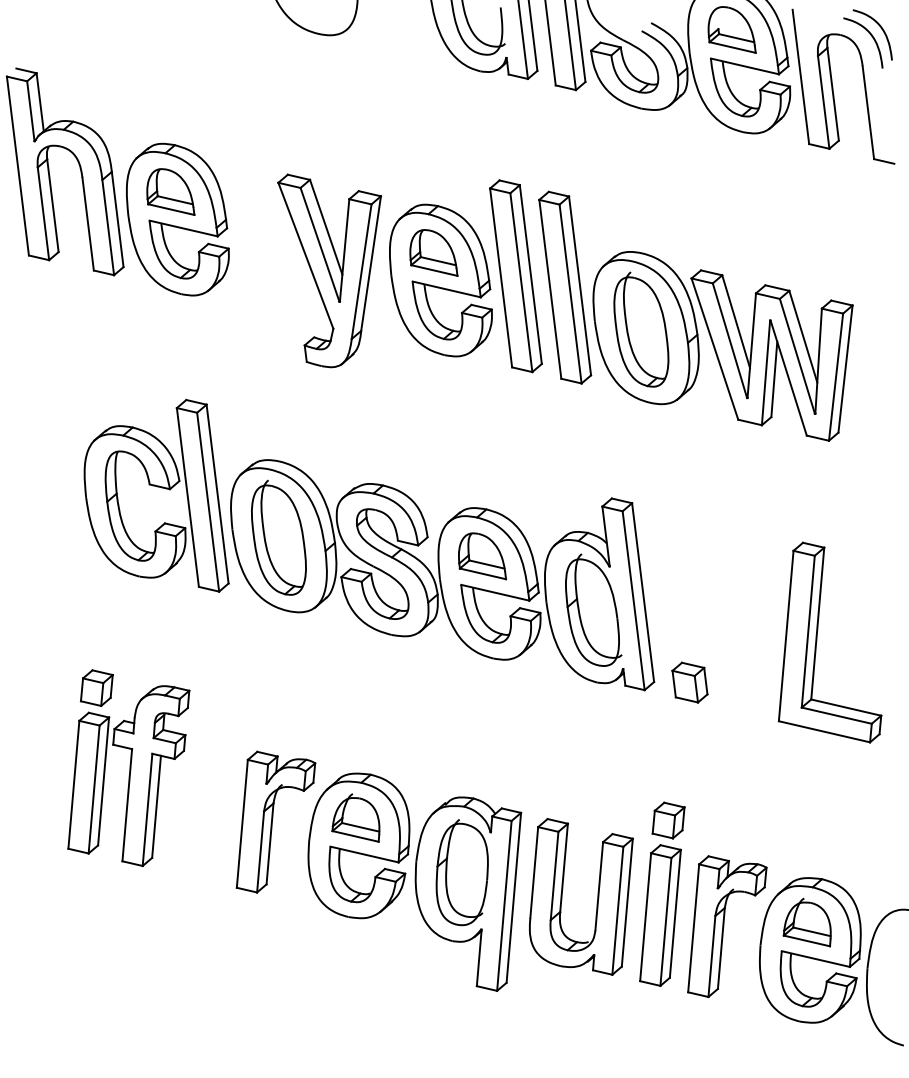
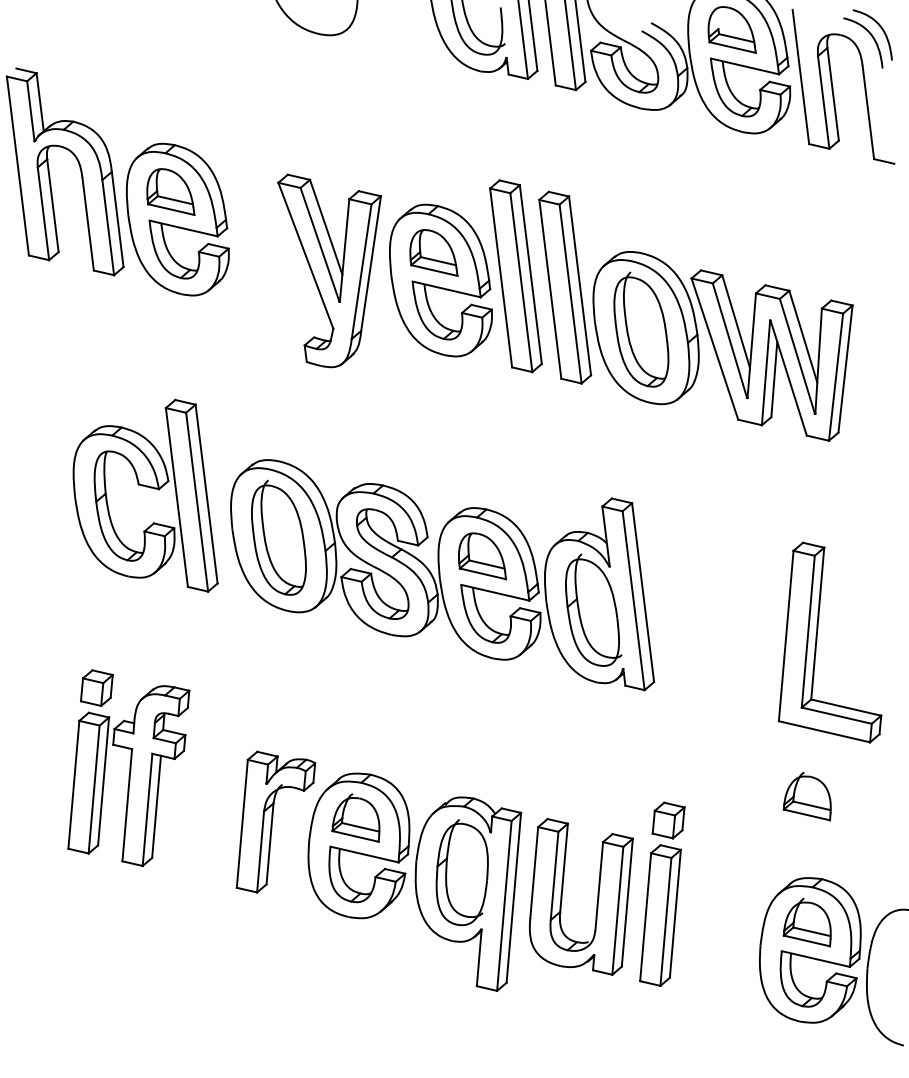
part at (157, 487) position: (157, 487) -> (146, 487)
part at (689, 682): present -> none
part at (806, 796): none -> present
part at (727, 926): present -> none
